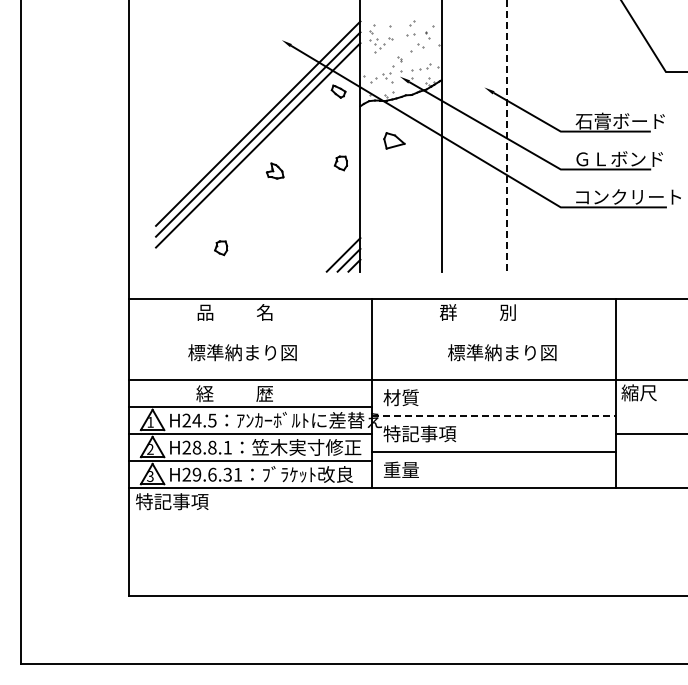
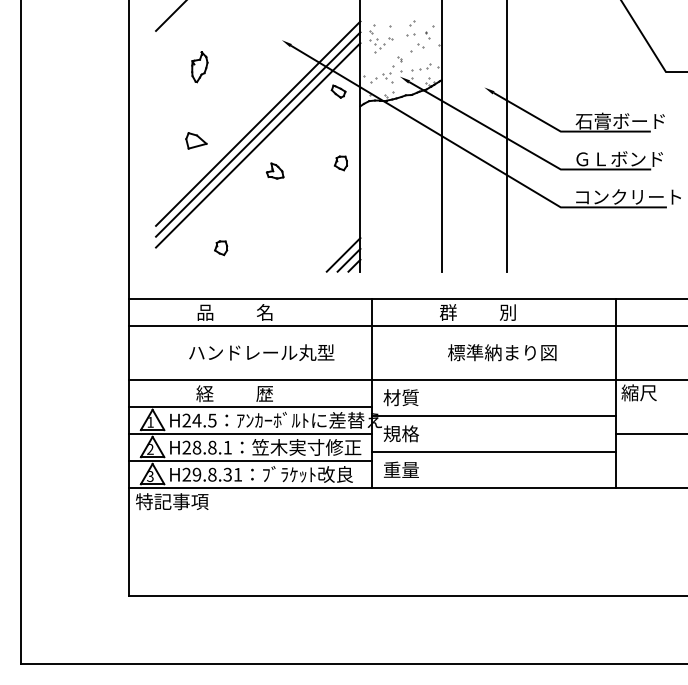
line at (170, 16): none -> present
part at (199, 67): none -> present
line at (506, 136): dashed -> solid
part at (394, 140) position: (394, 140) -> (196, 140)
line at (406, 325): none -> present
text at (261, 352): 標準納まり図 -> ハンドレール丸型
line at (493, 416): dashed -> solid
text at (419, 433): 特記事項 -> 規格
text at (212, 474): H29.6.31 -> H29.8.31
